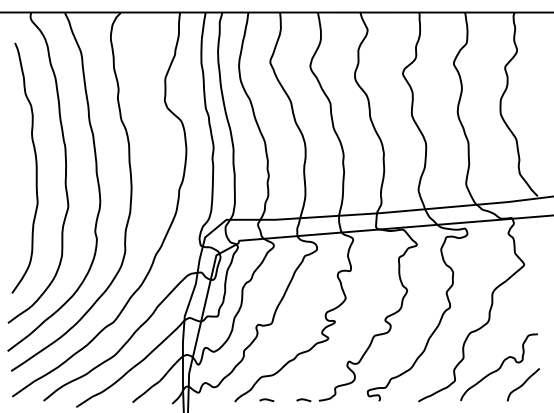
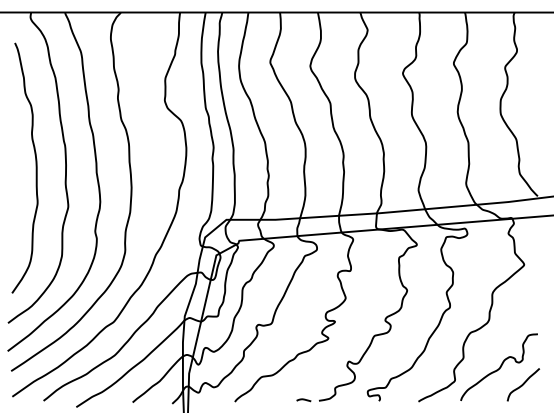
curve at (266, 400): present -> none
